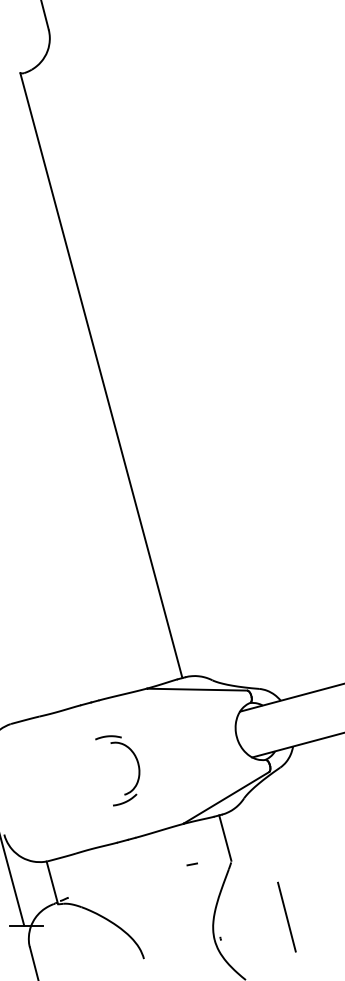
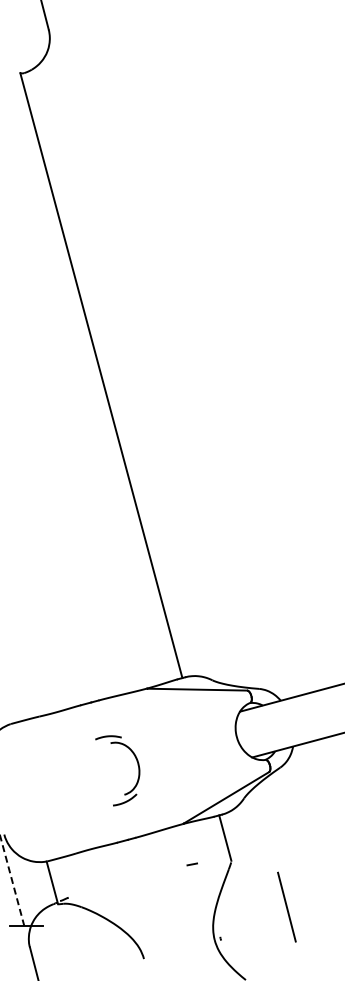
line at (12, 881): solid -> dashed
line at (286, 916) position: (286, 916) -> (286, 906)
